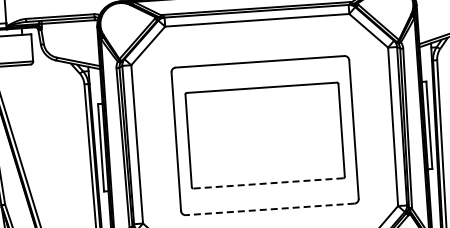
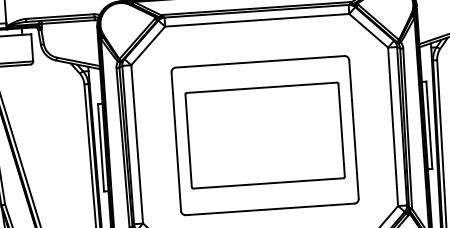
line at (267, 183): dashed -> solid
line at (270, 209): dashed -> solid
